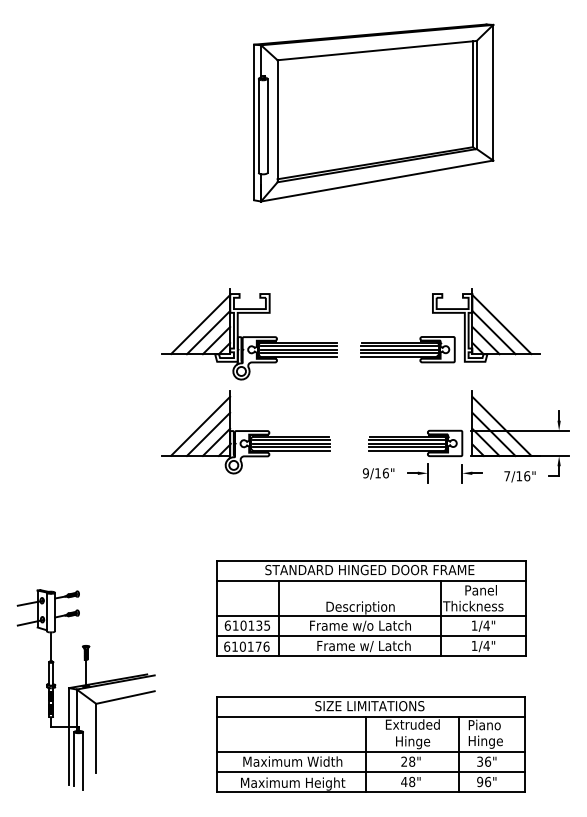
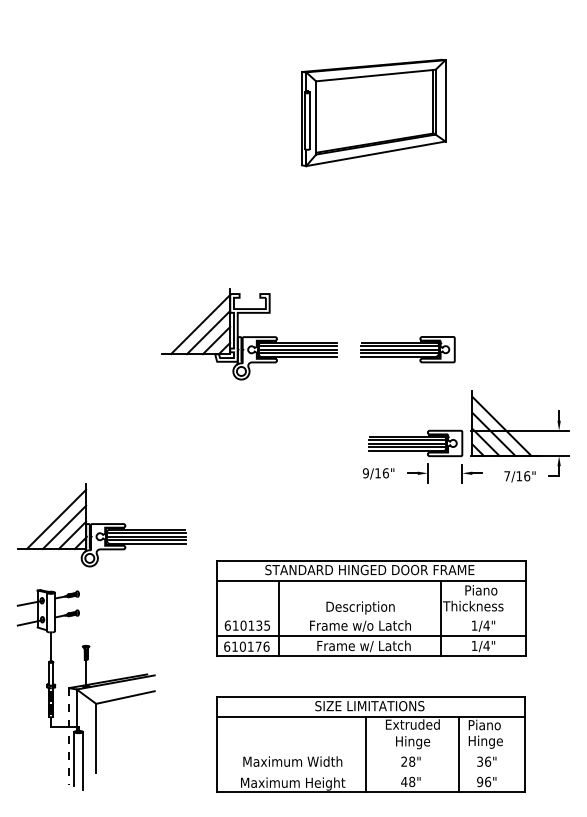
part at (373, 112) size: 242x180 px -> 146x110 px
part at (486, 325): present -> none
part at (245, 432) position: (245, 432) -> (101, 525)
text at (484, 590): Panel -> Piano
line at (370, 616): present -> none
line at (69, 737): solid -> dashed
line at (370, 752): present -> none
line at (370, 772): present -> none
